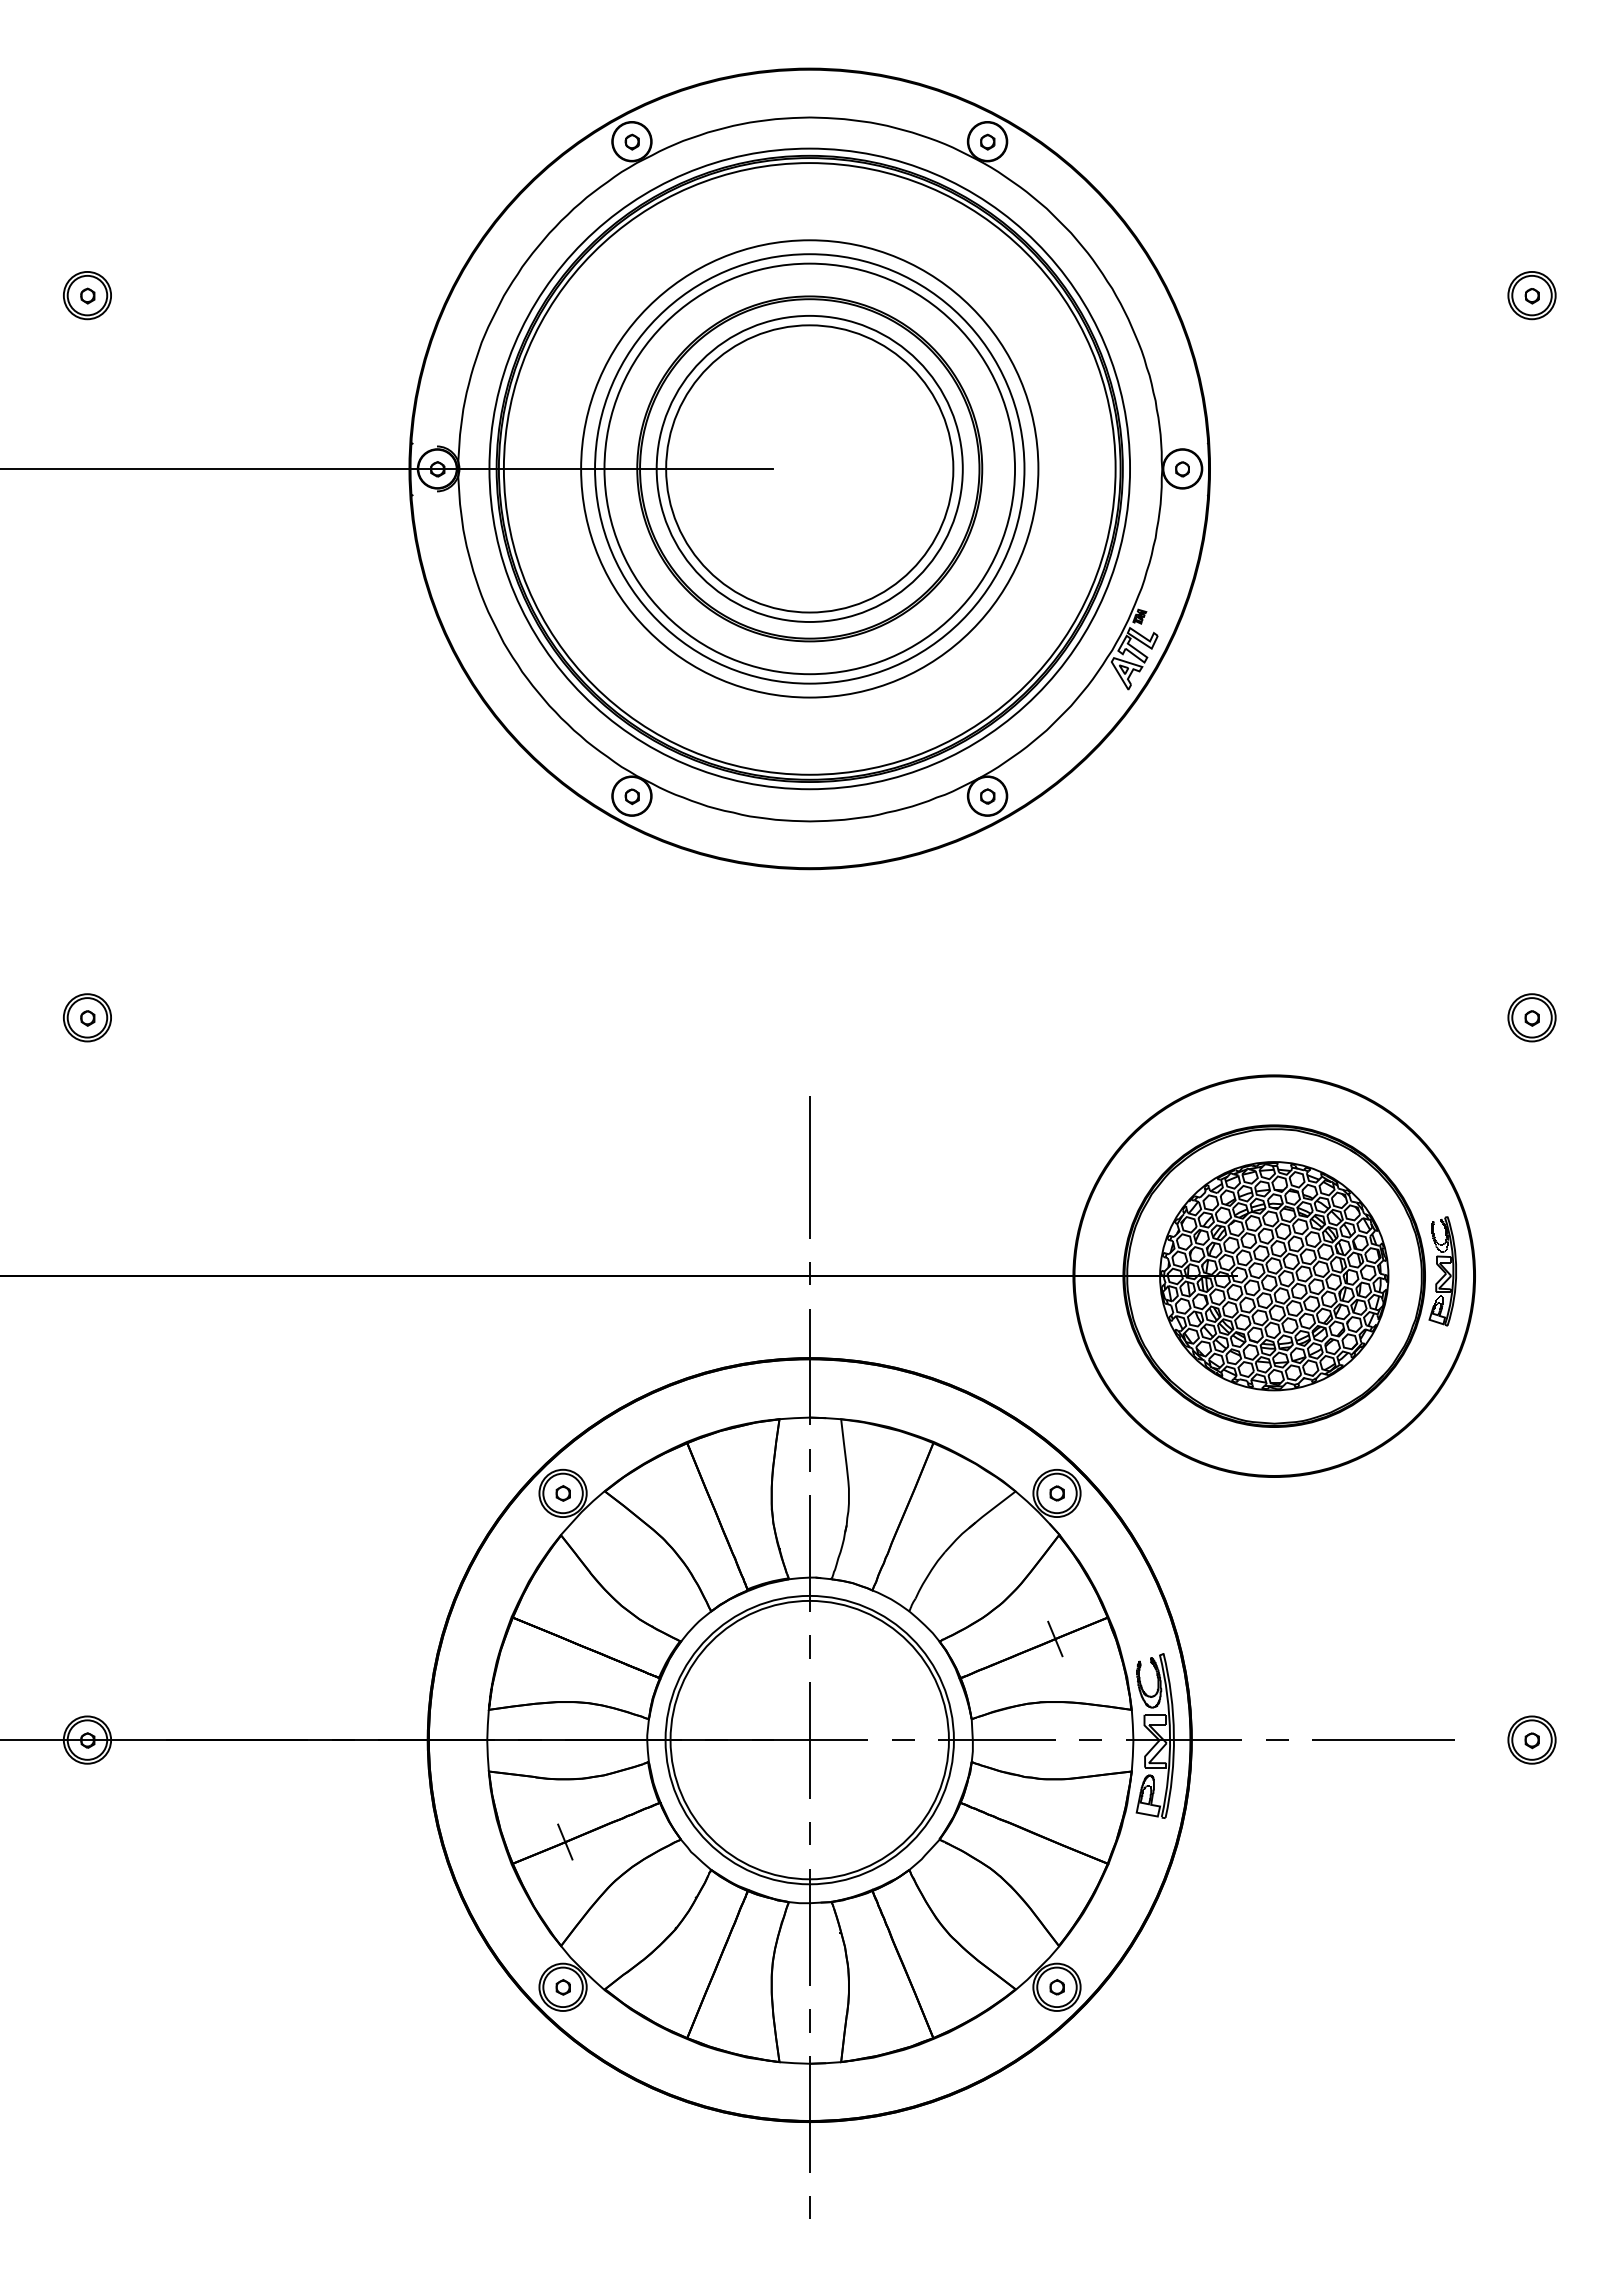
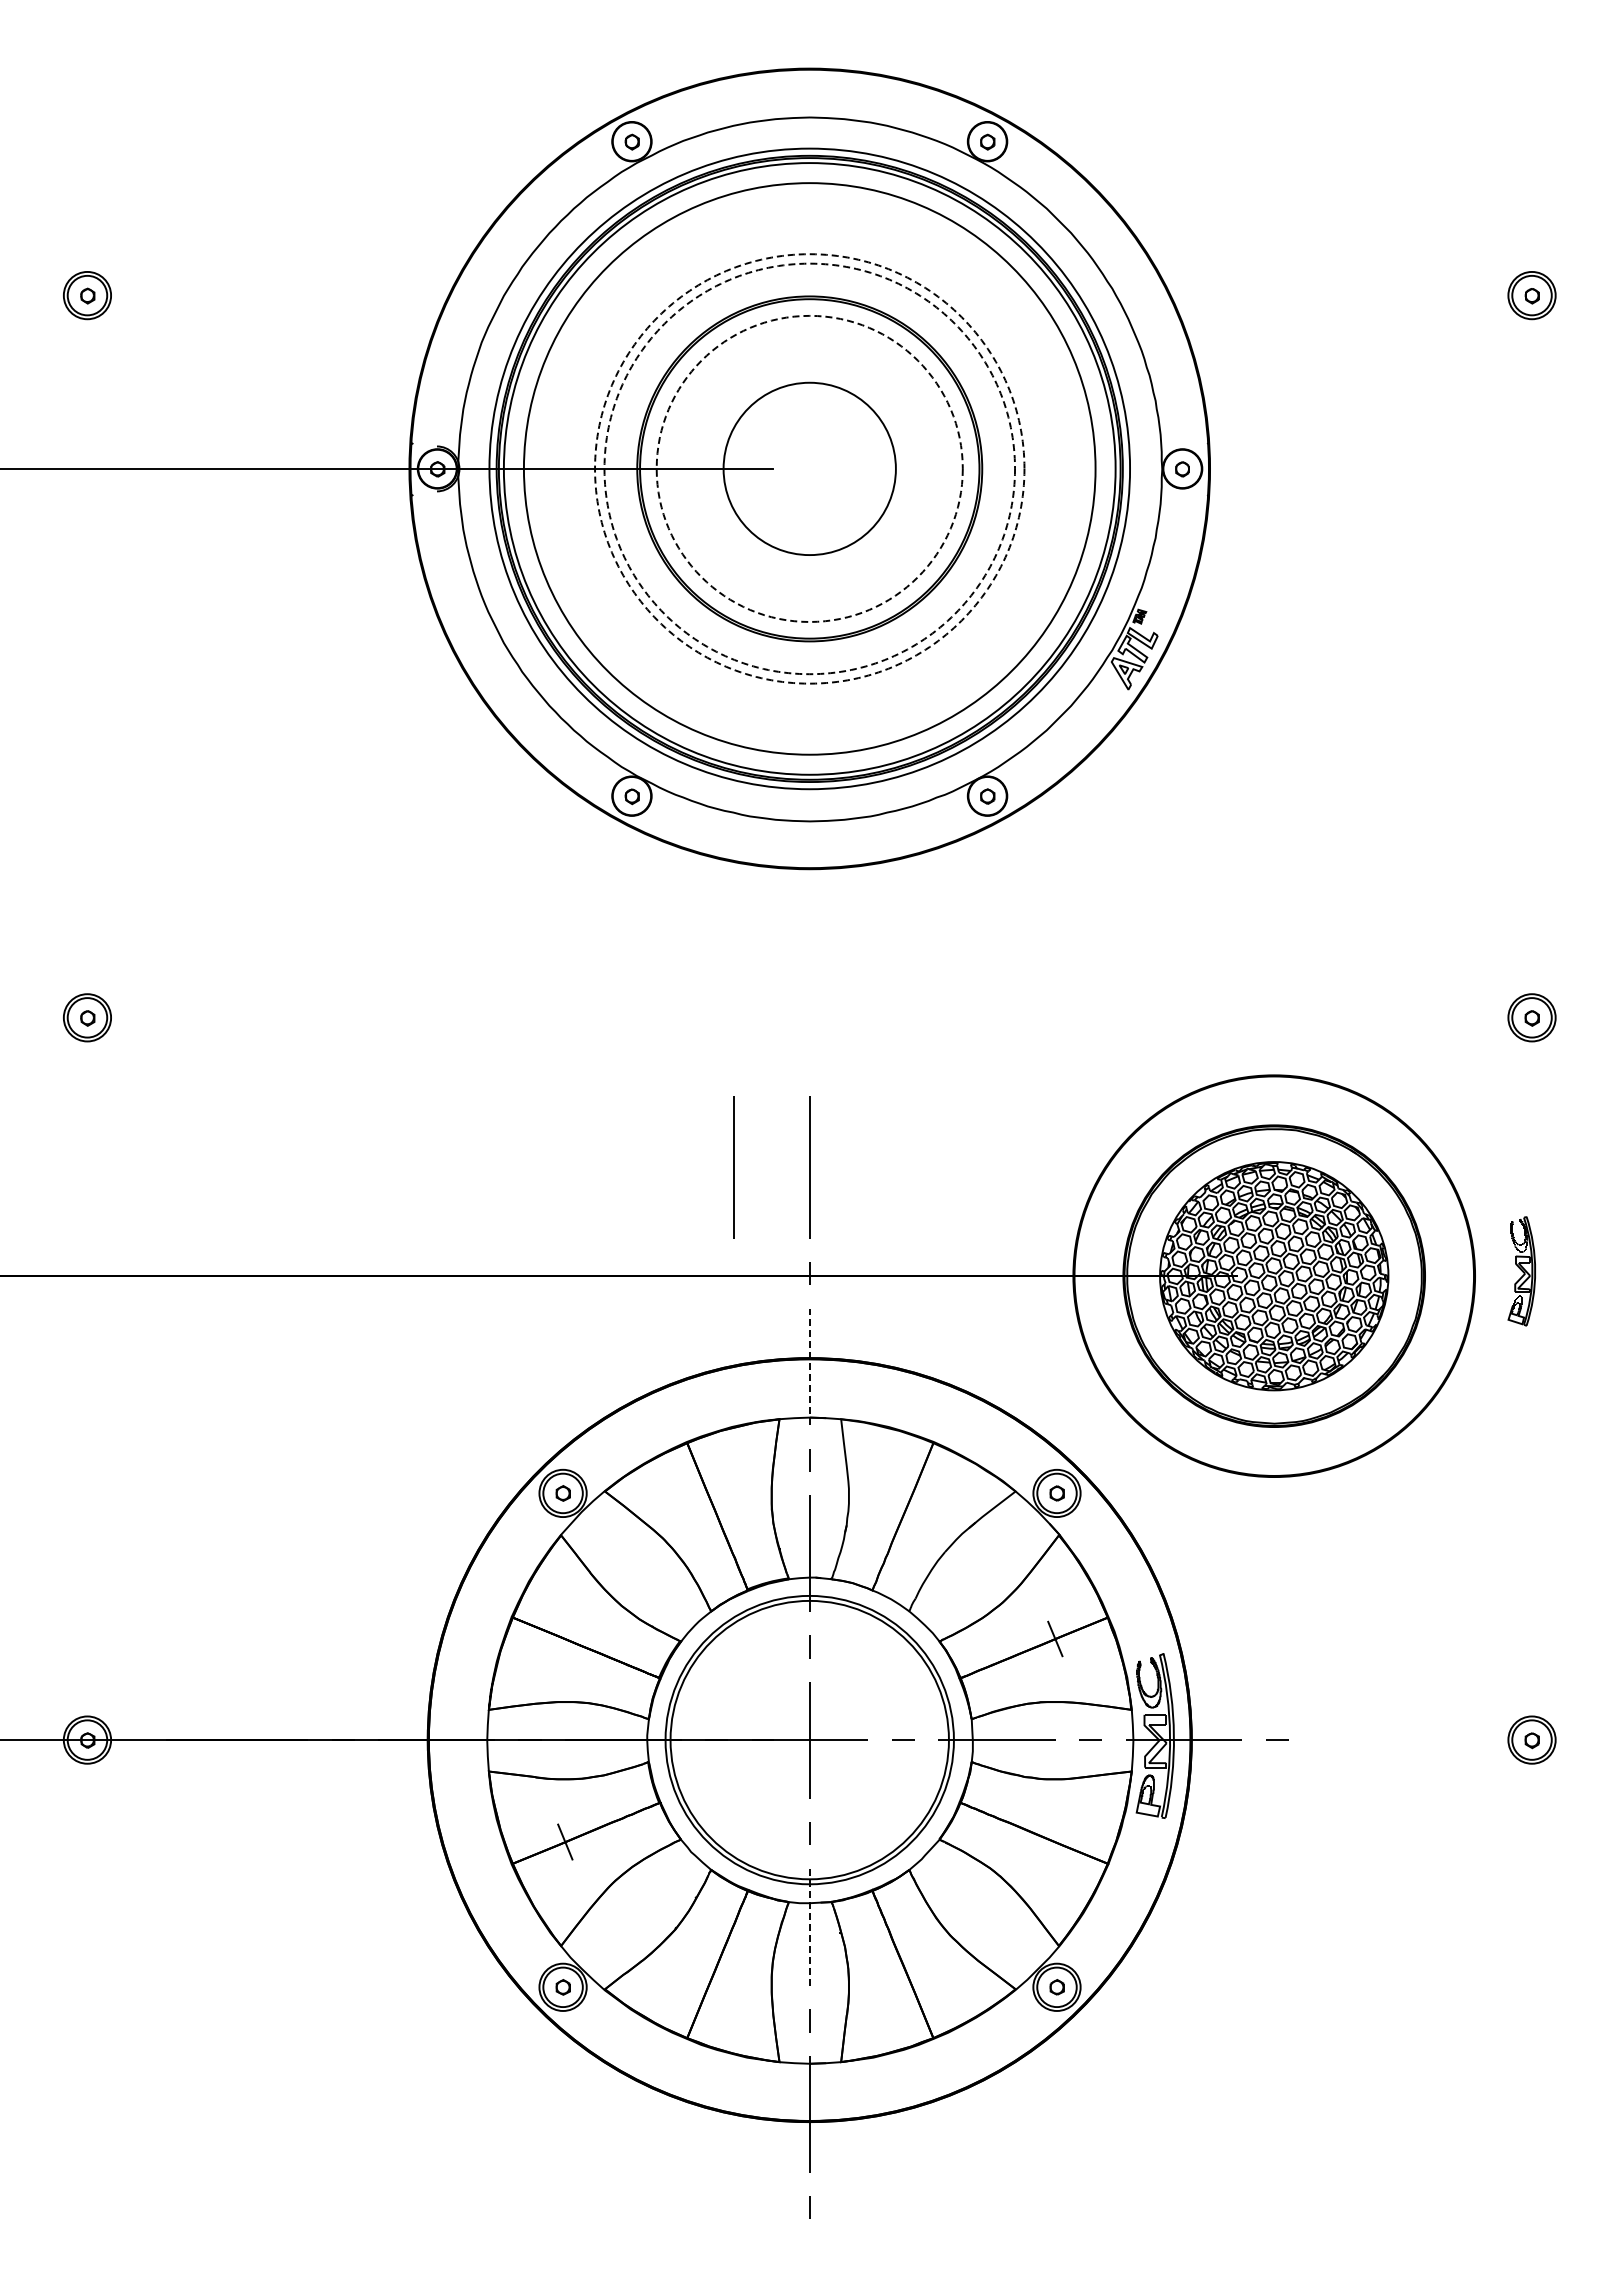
circle at (809, 468) diameter: 287 px -> 172 px
circle at (809, 468) diameter: 457 px -> 572 px
circle at (809, 468): solid -> dashed
circle at (809, 468): solid -> dashed
circle at (809, 468): solid -> dashed
line at (733, 1167): none -> present
part at (1442, 1271) position: (1442, 1271) -> (1521, 1271)
line at (810, 1366): solid -> dashed
line at (1383, 1739): present -> none
line at (810, 1927): solid -> dashed
